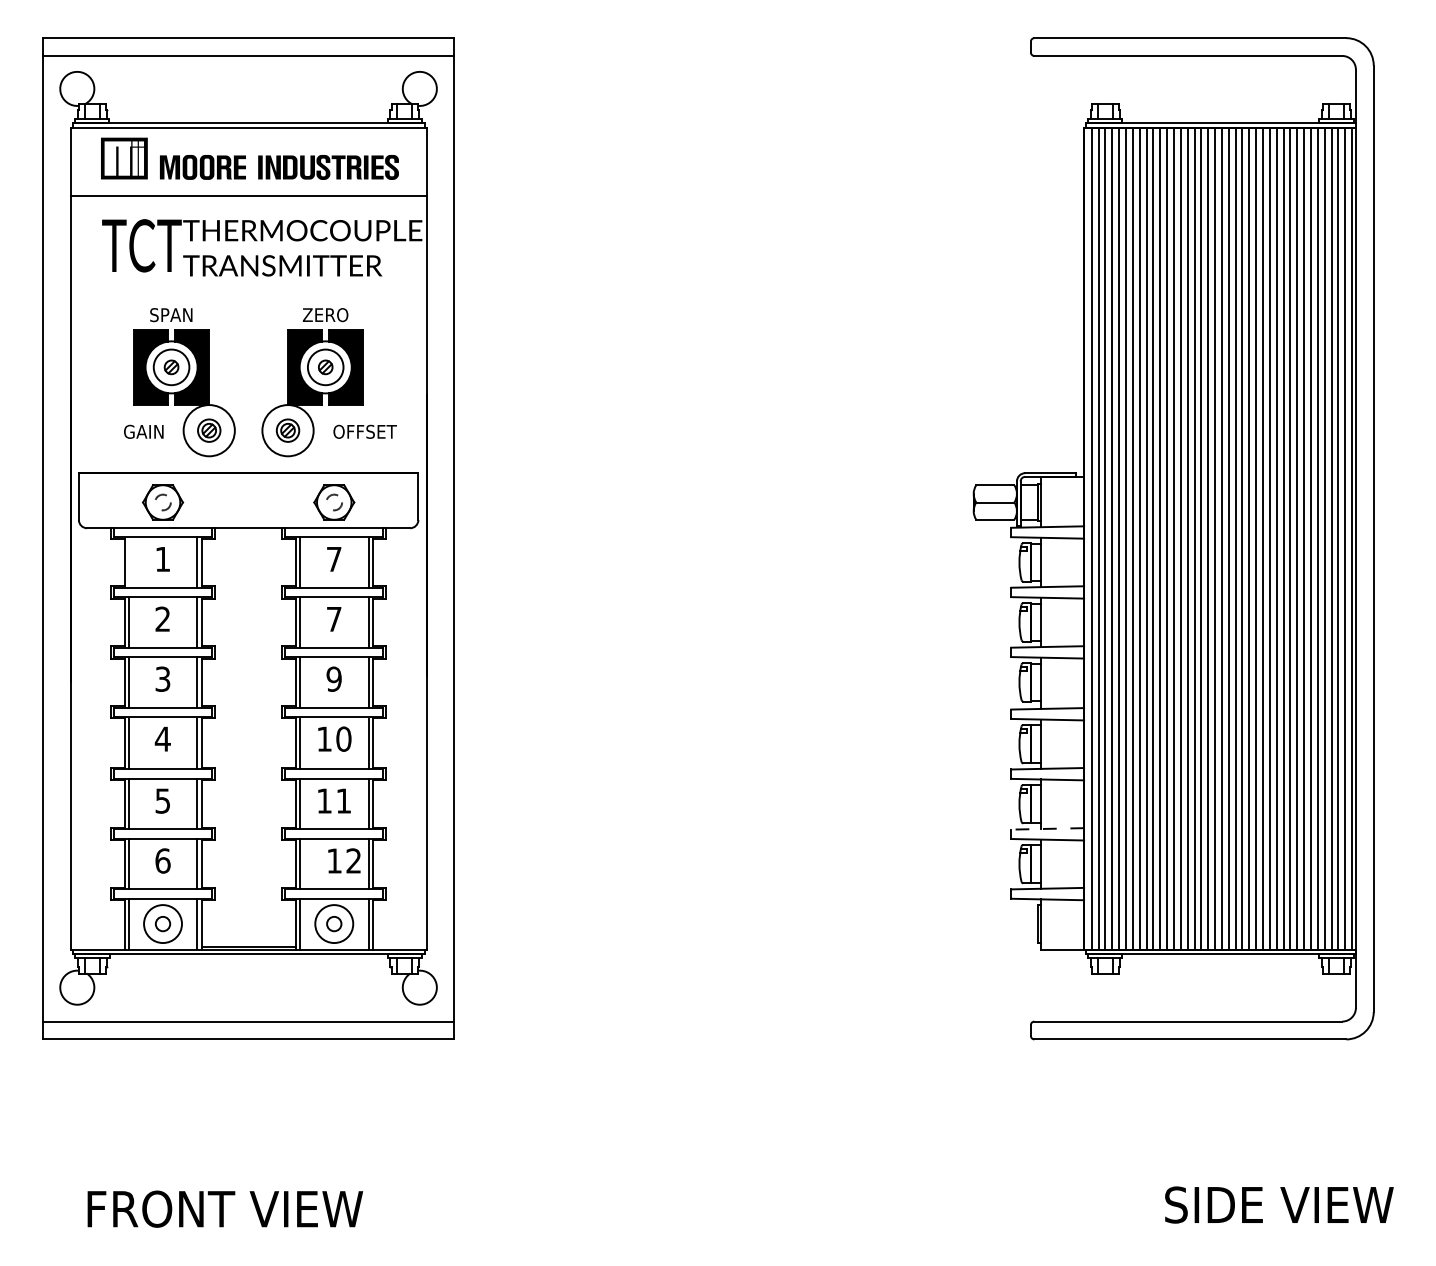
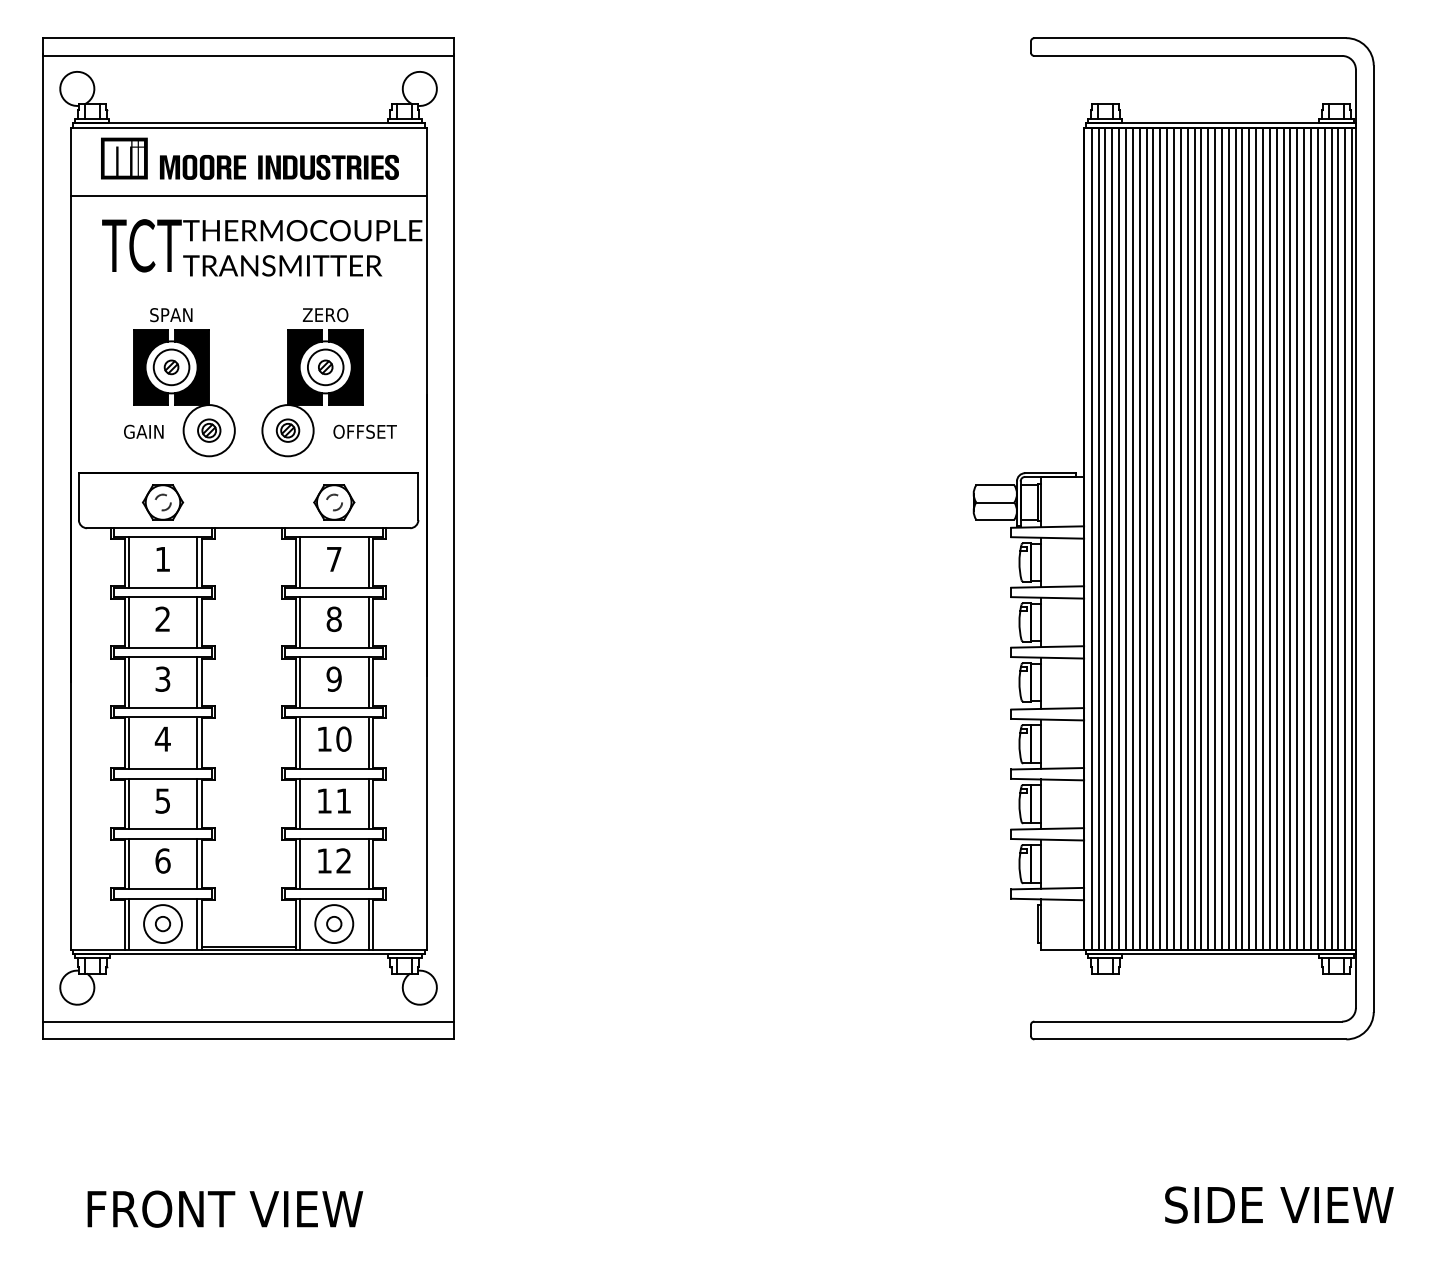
line at (128, 562): none -> present
text at (333, 619): 7 -> 8
line at (1047, 828): dashed -> solid
text at (344, 860) position: (344, 860) -> (334, 860)
